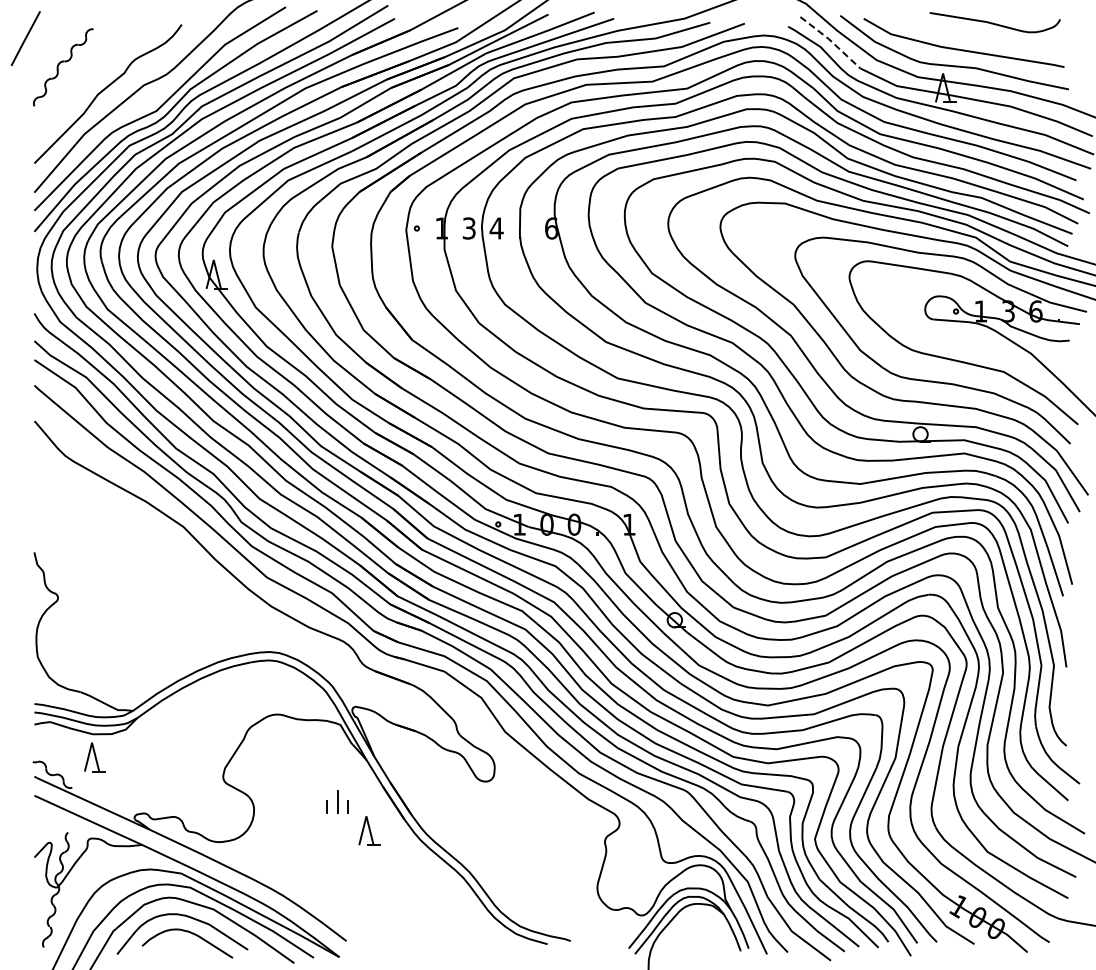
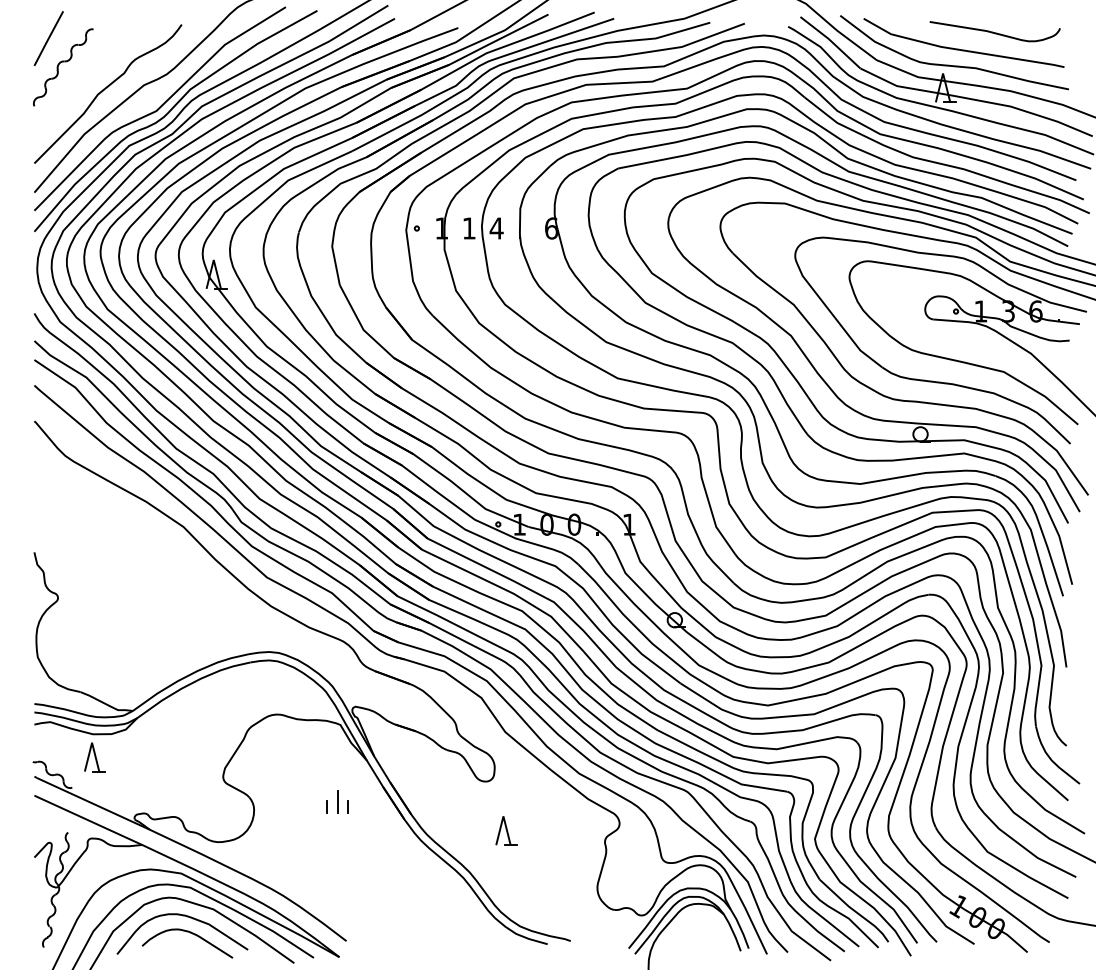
curve at (993, 22) position: (993, 22) -> (993, 31)
line at (25, 38) position: (25, 38) -> (48, 38)
line at (831, 41): dashed -> solid
text at (468, 228): 3 -> 1
part at (369, 830) position: (369, 830) -> (506, 830)
